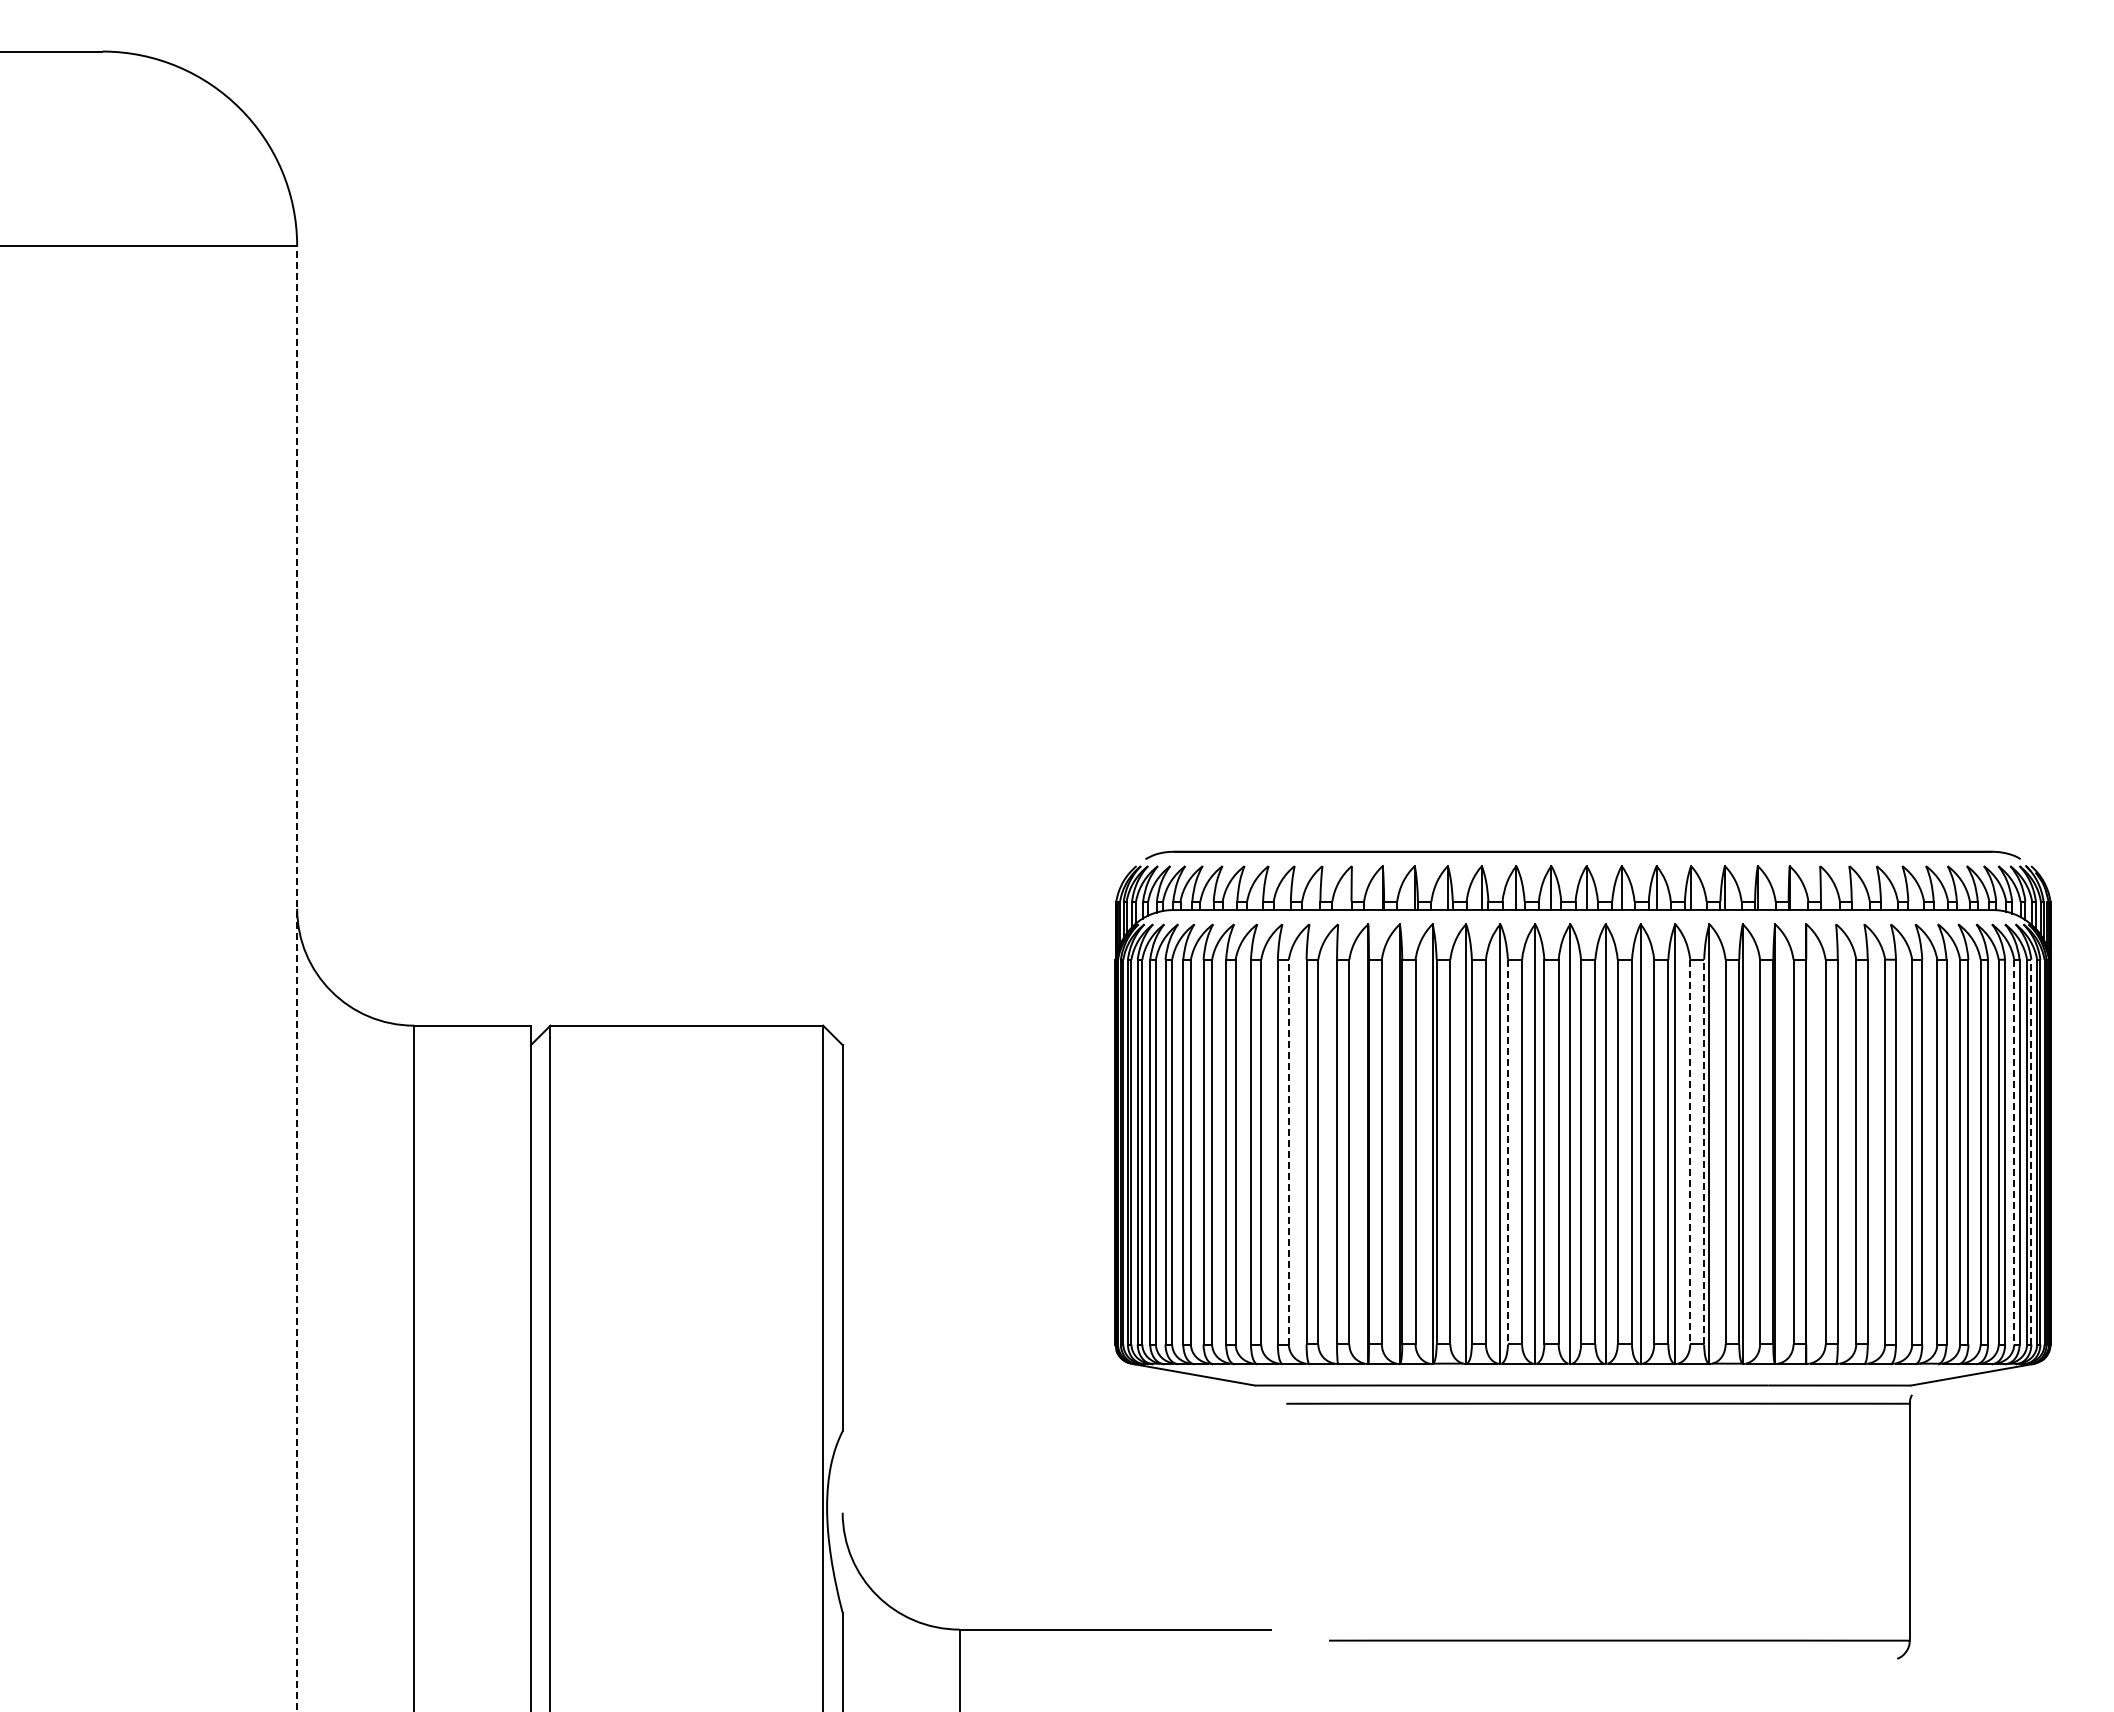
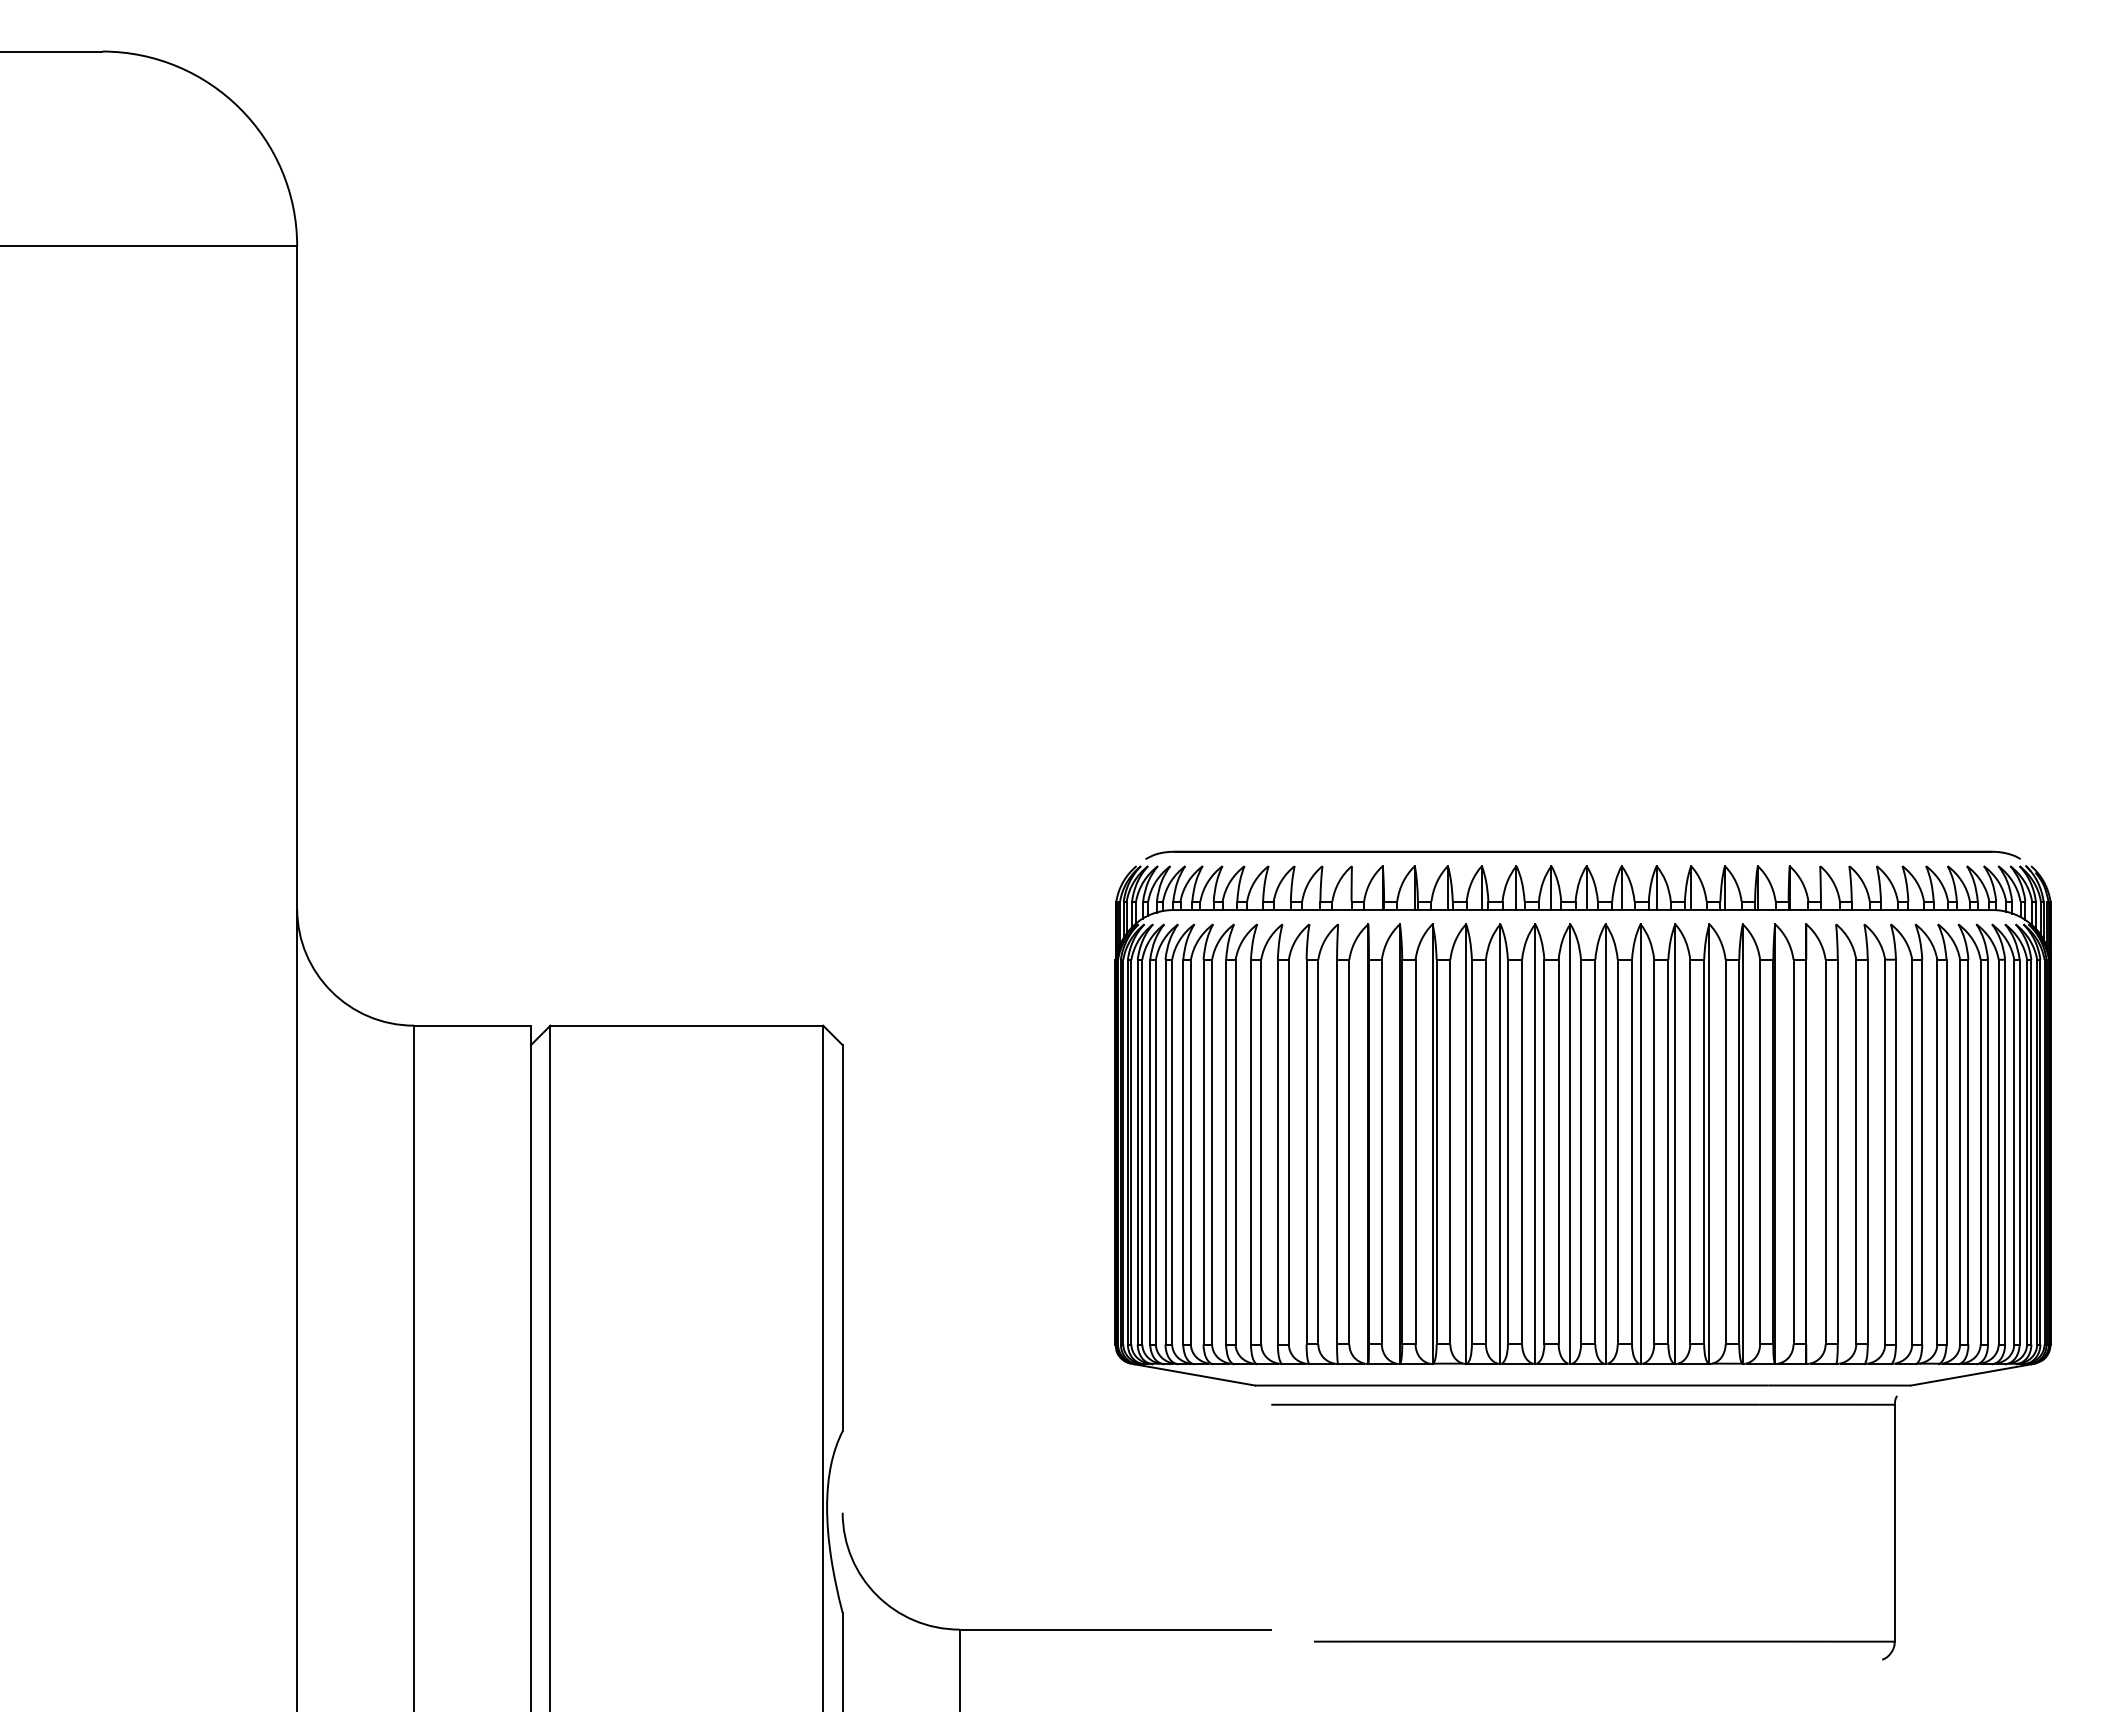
line at (297, 978): dashed -> solid
line at (1288, 1151): dashed -> solid
line at (1704, 1151): dashed -> solid
line at (2031, 1151): dashed -> solid
line at (1507, 1152): dashed -> solid
line at (1690, 1152): dashed -> solid
line at (2014, 1152): dashed -> solid
part at (1599, 1639) position: (1599, 1639) -> (1584, 1640)
